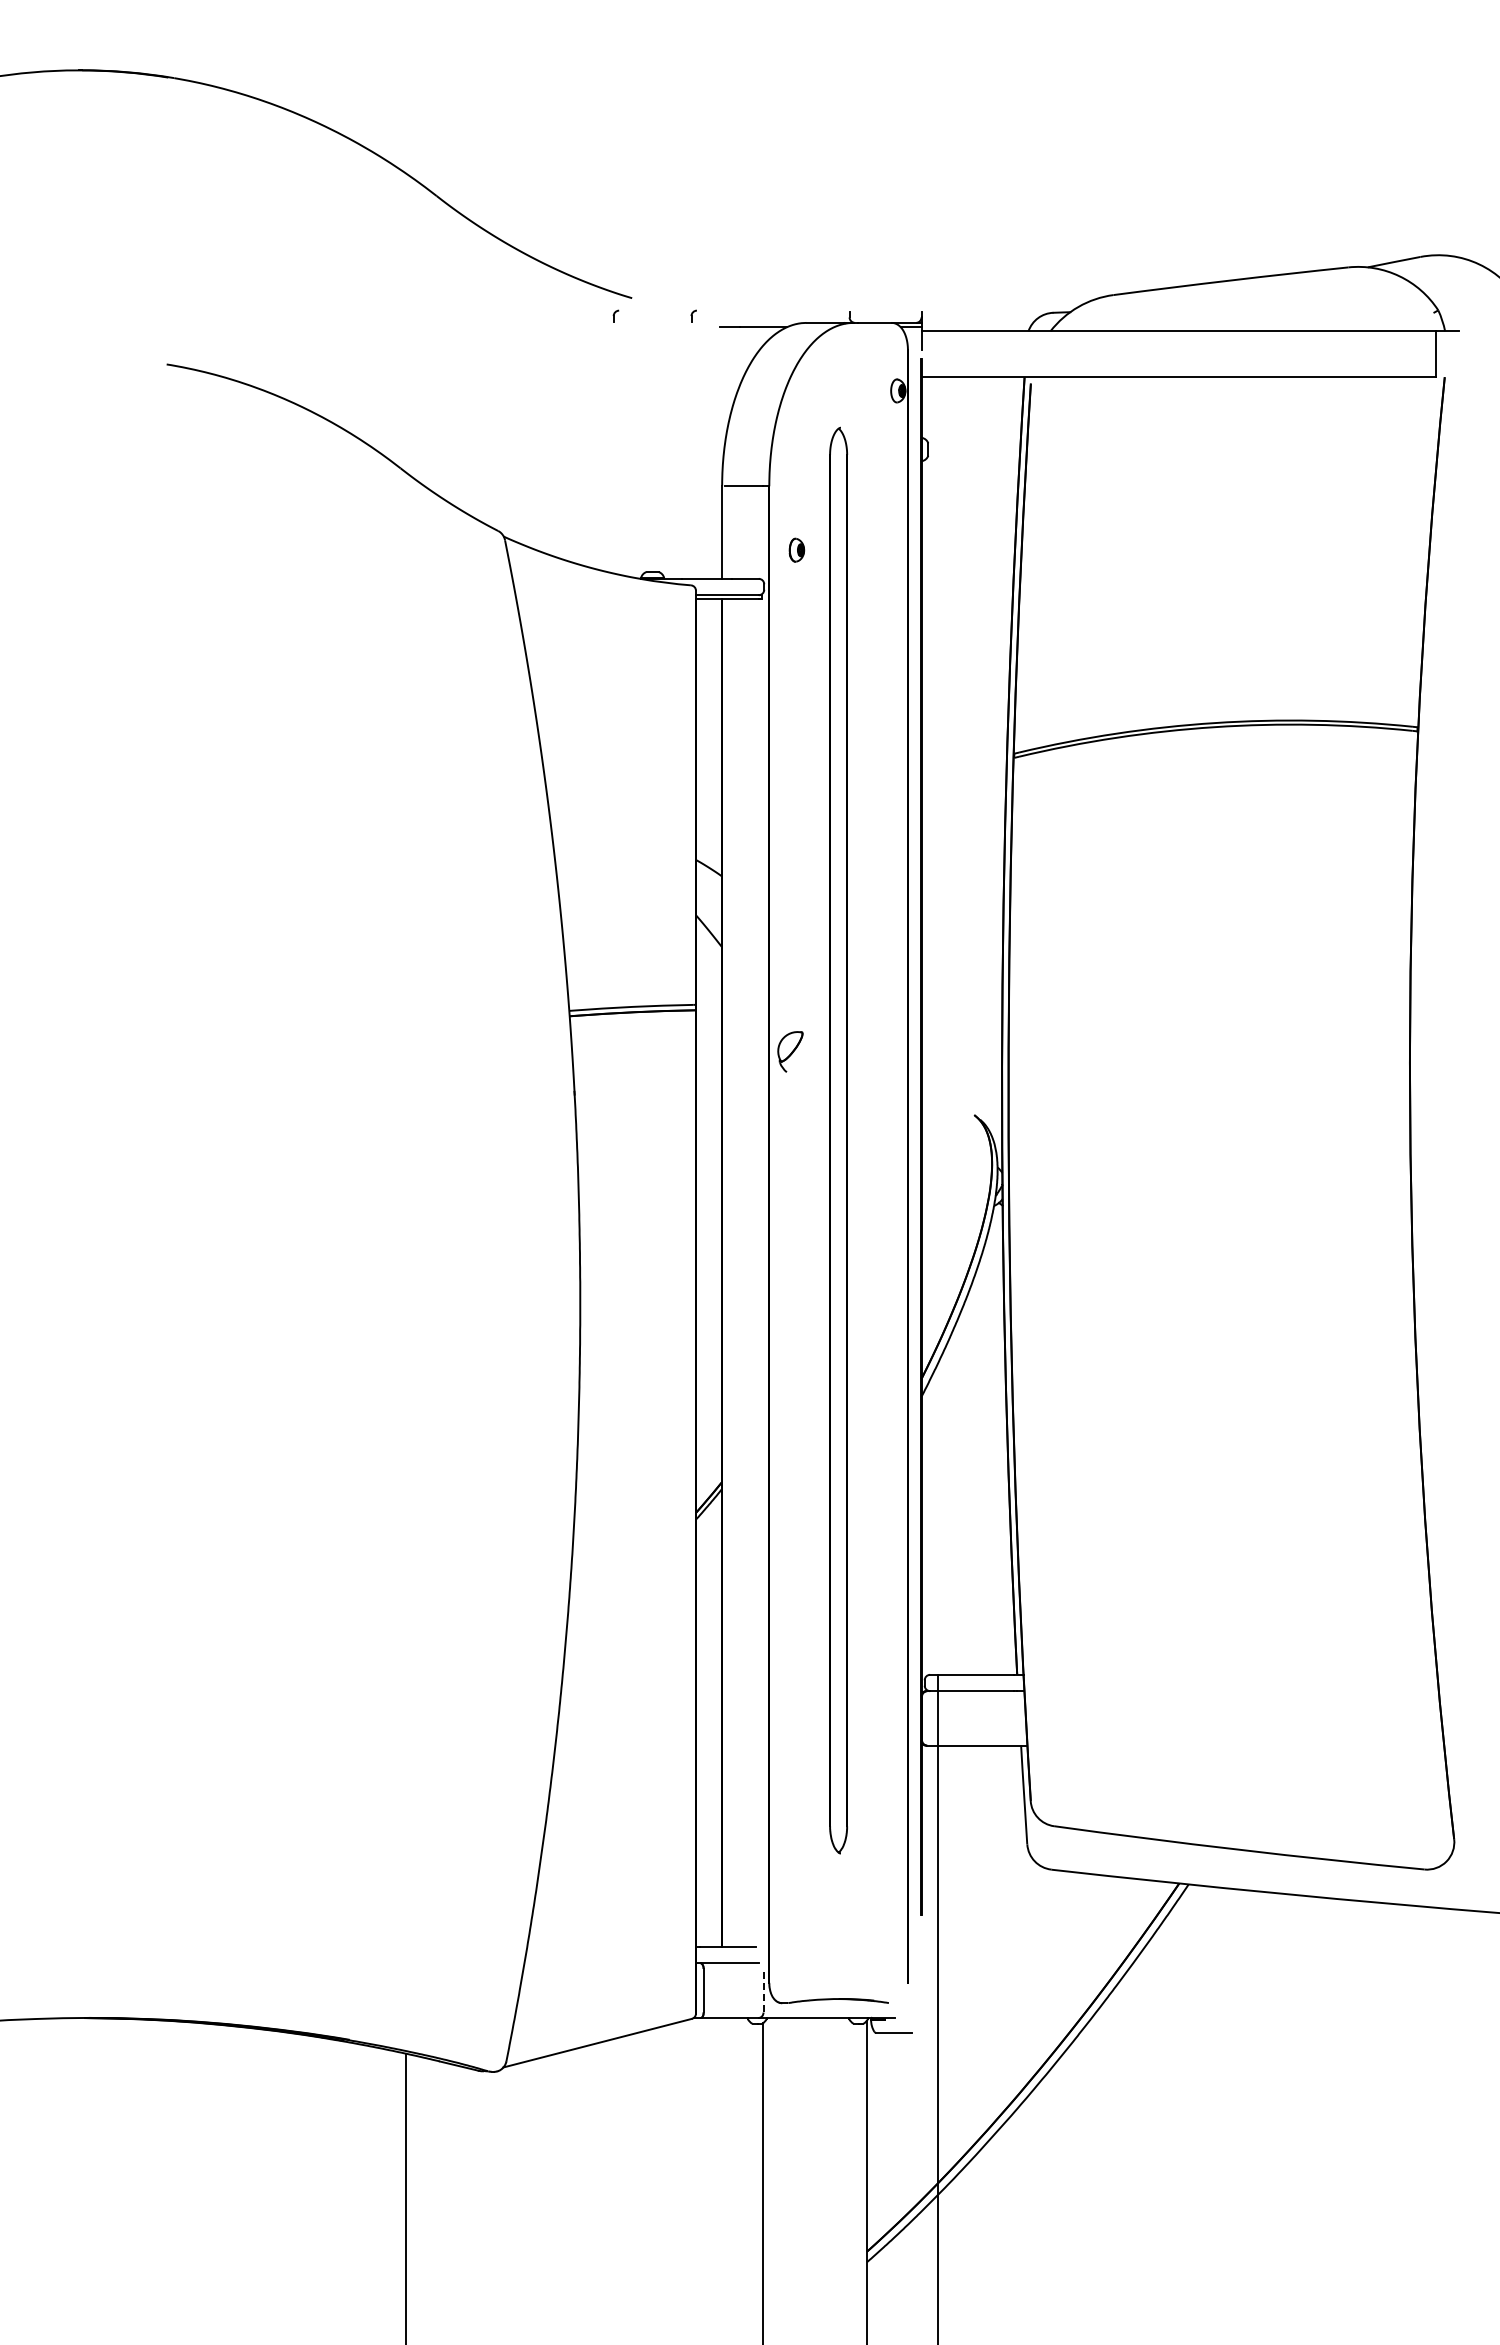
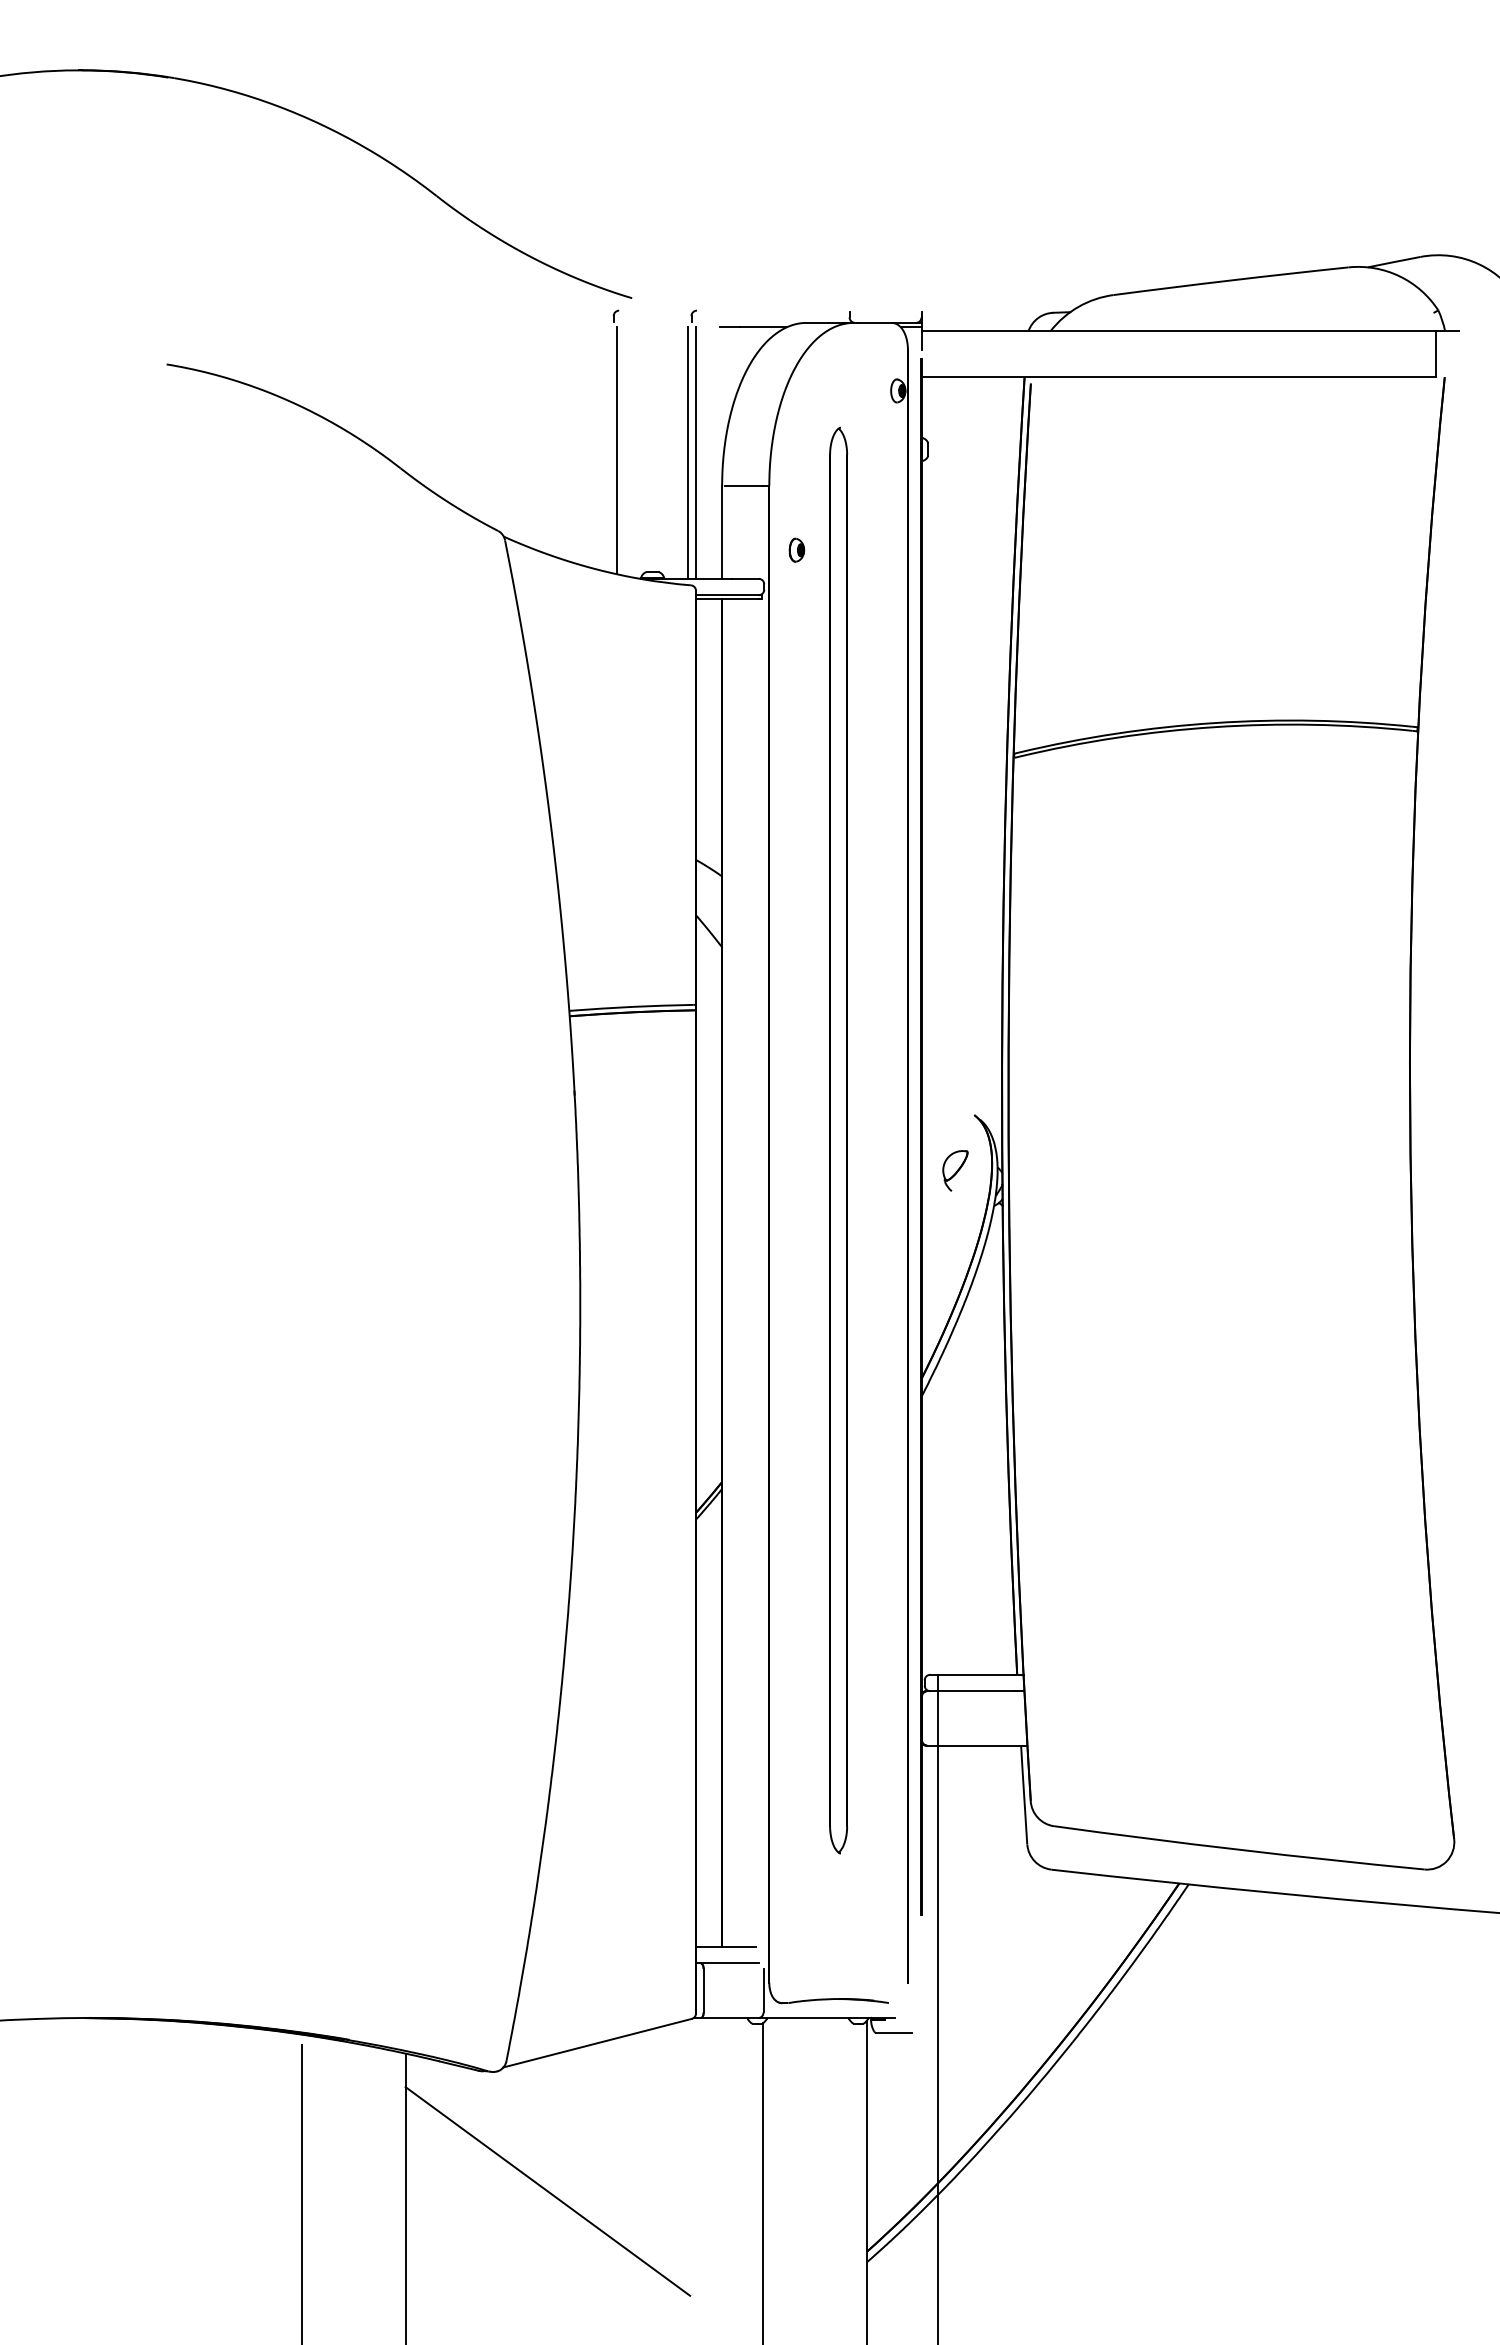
line at (617, 450): none -> present
line at (687, 452): none -> present
line at (696, 452): none -> present
part at (790, 1051) position: (790, 1051) -> (955, 1170)
line at (763, 1990): dashed -> solid
line at (547, 2191): none -> present
line at (301, 2193): none -> present
